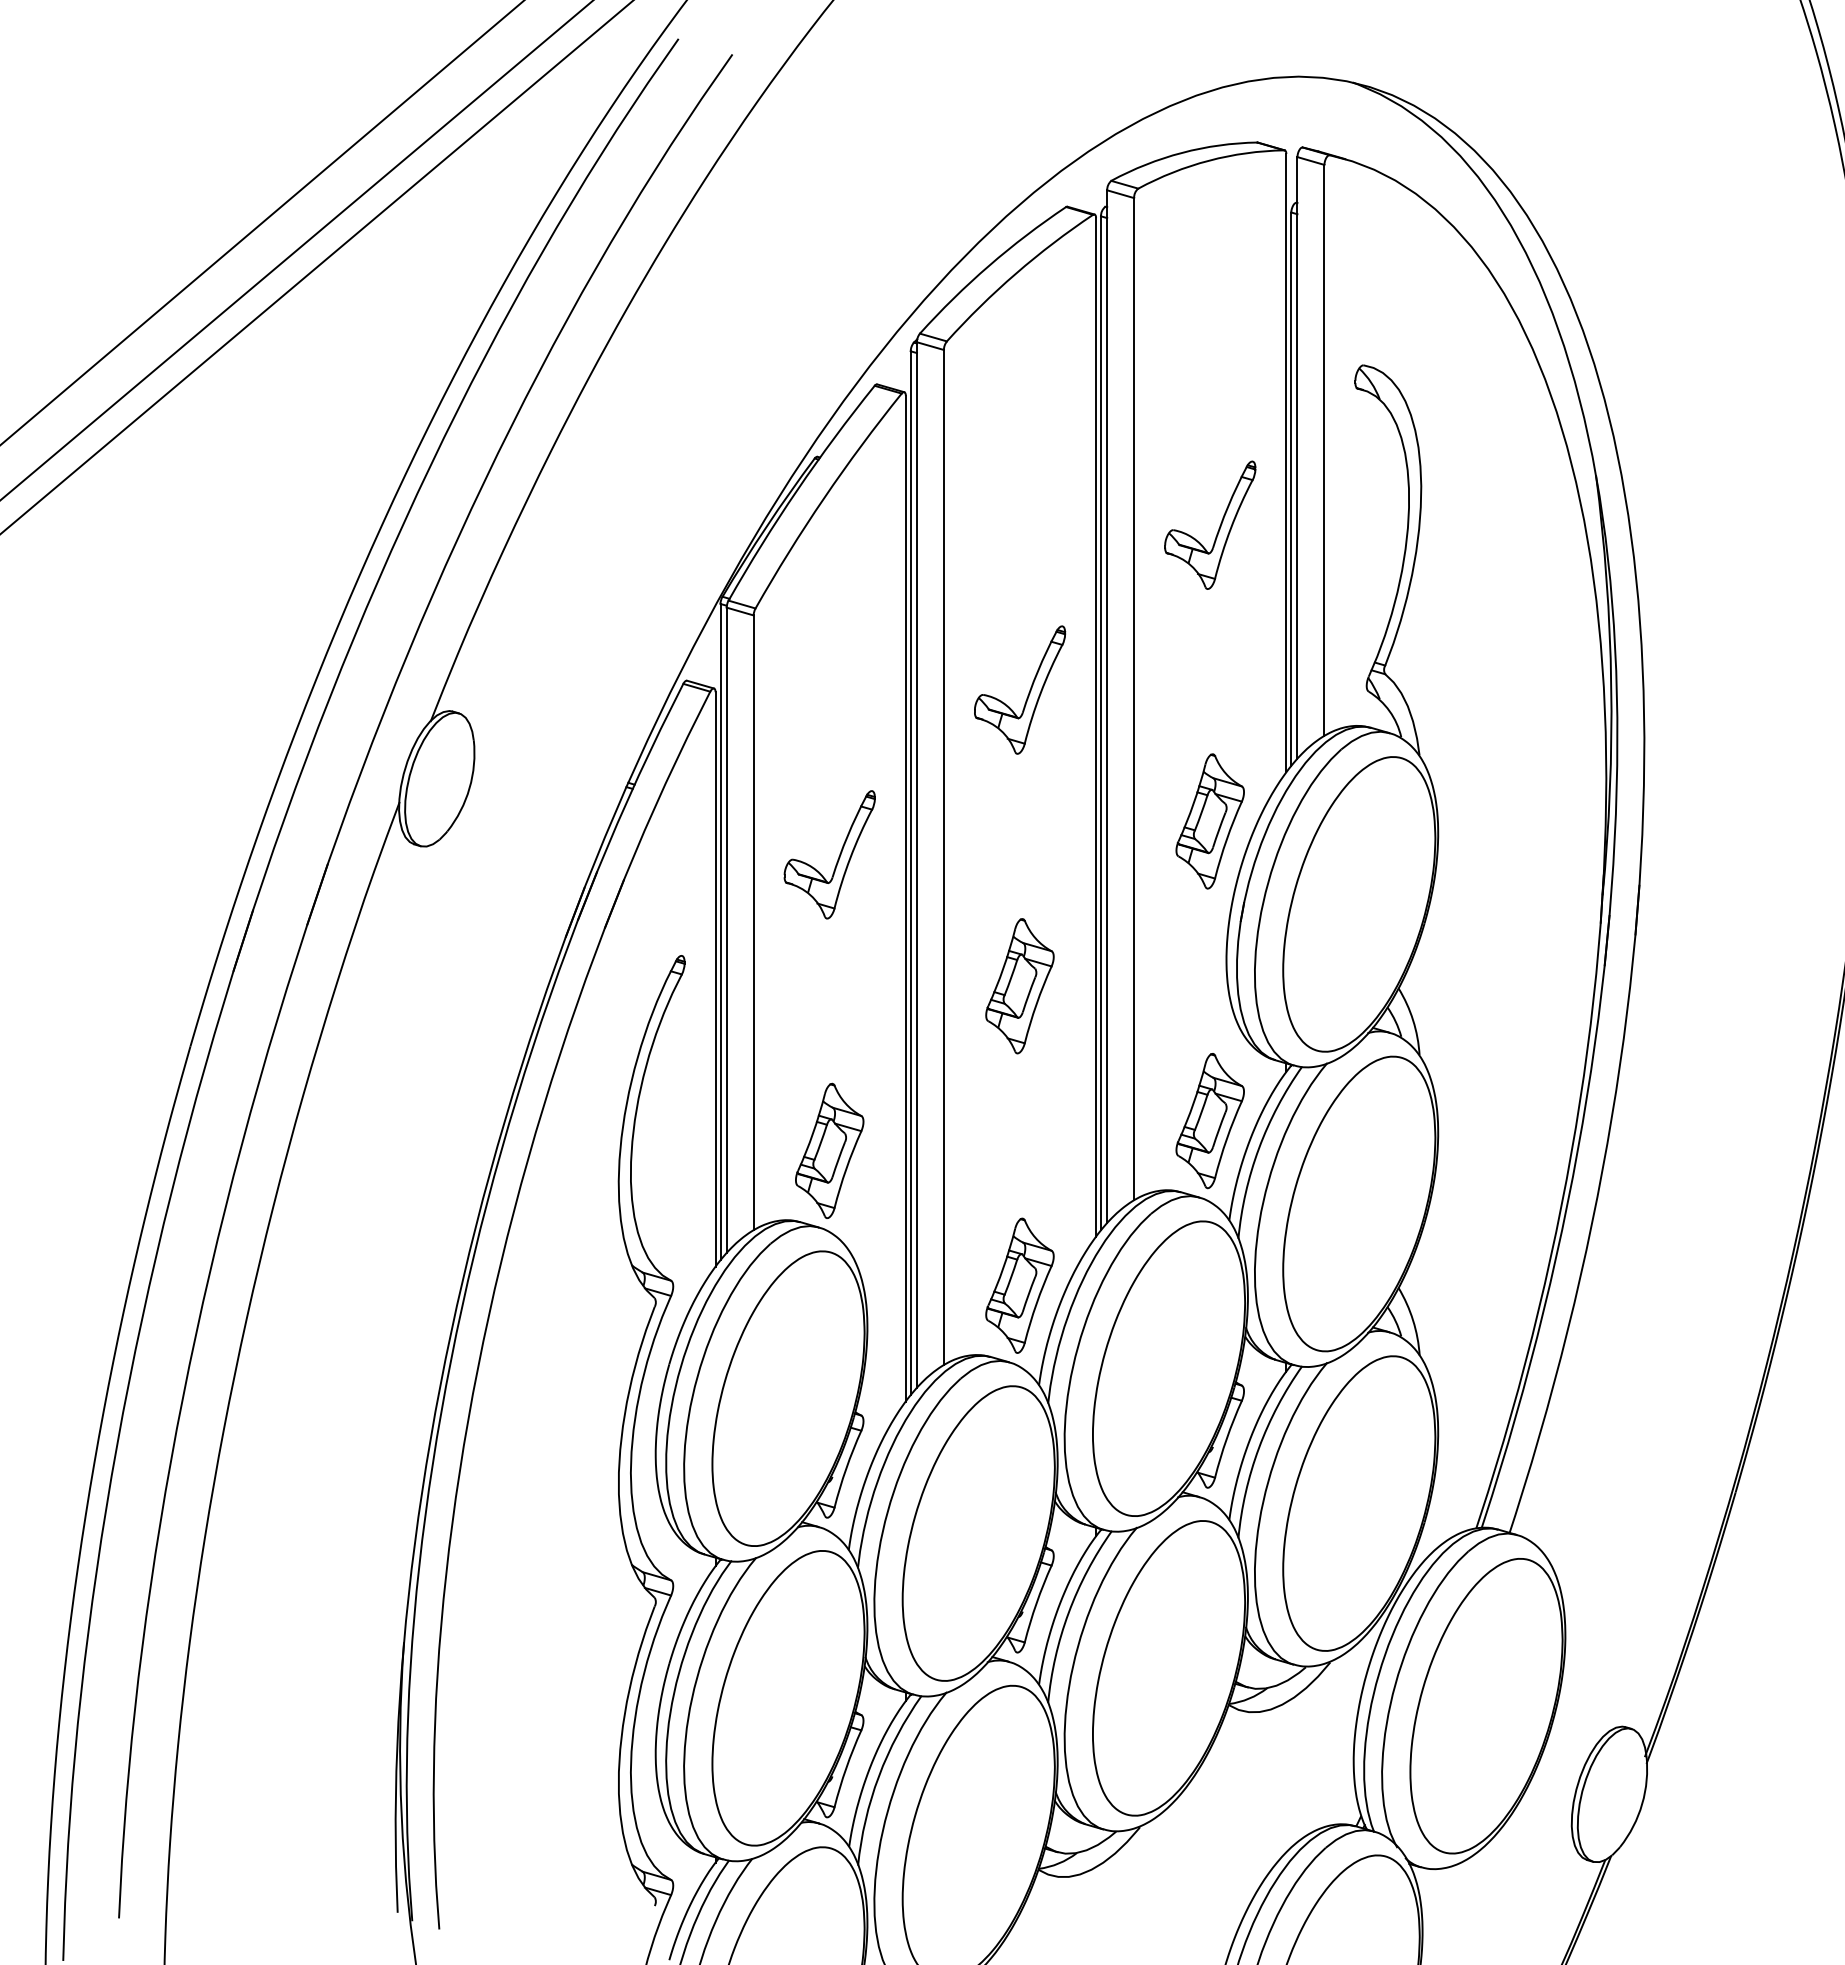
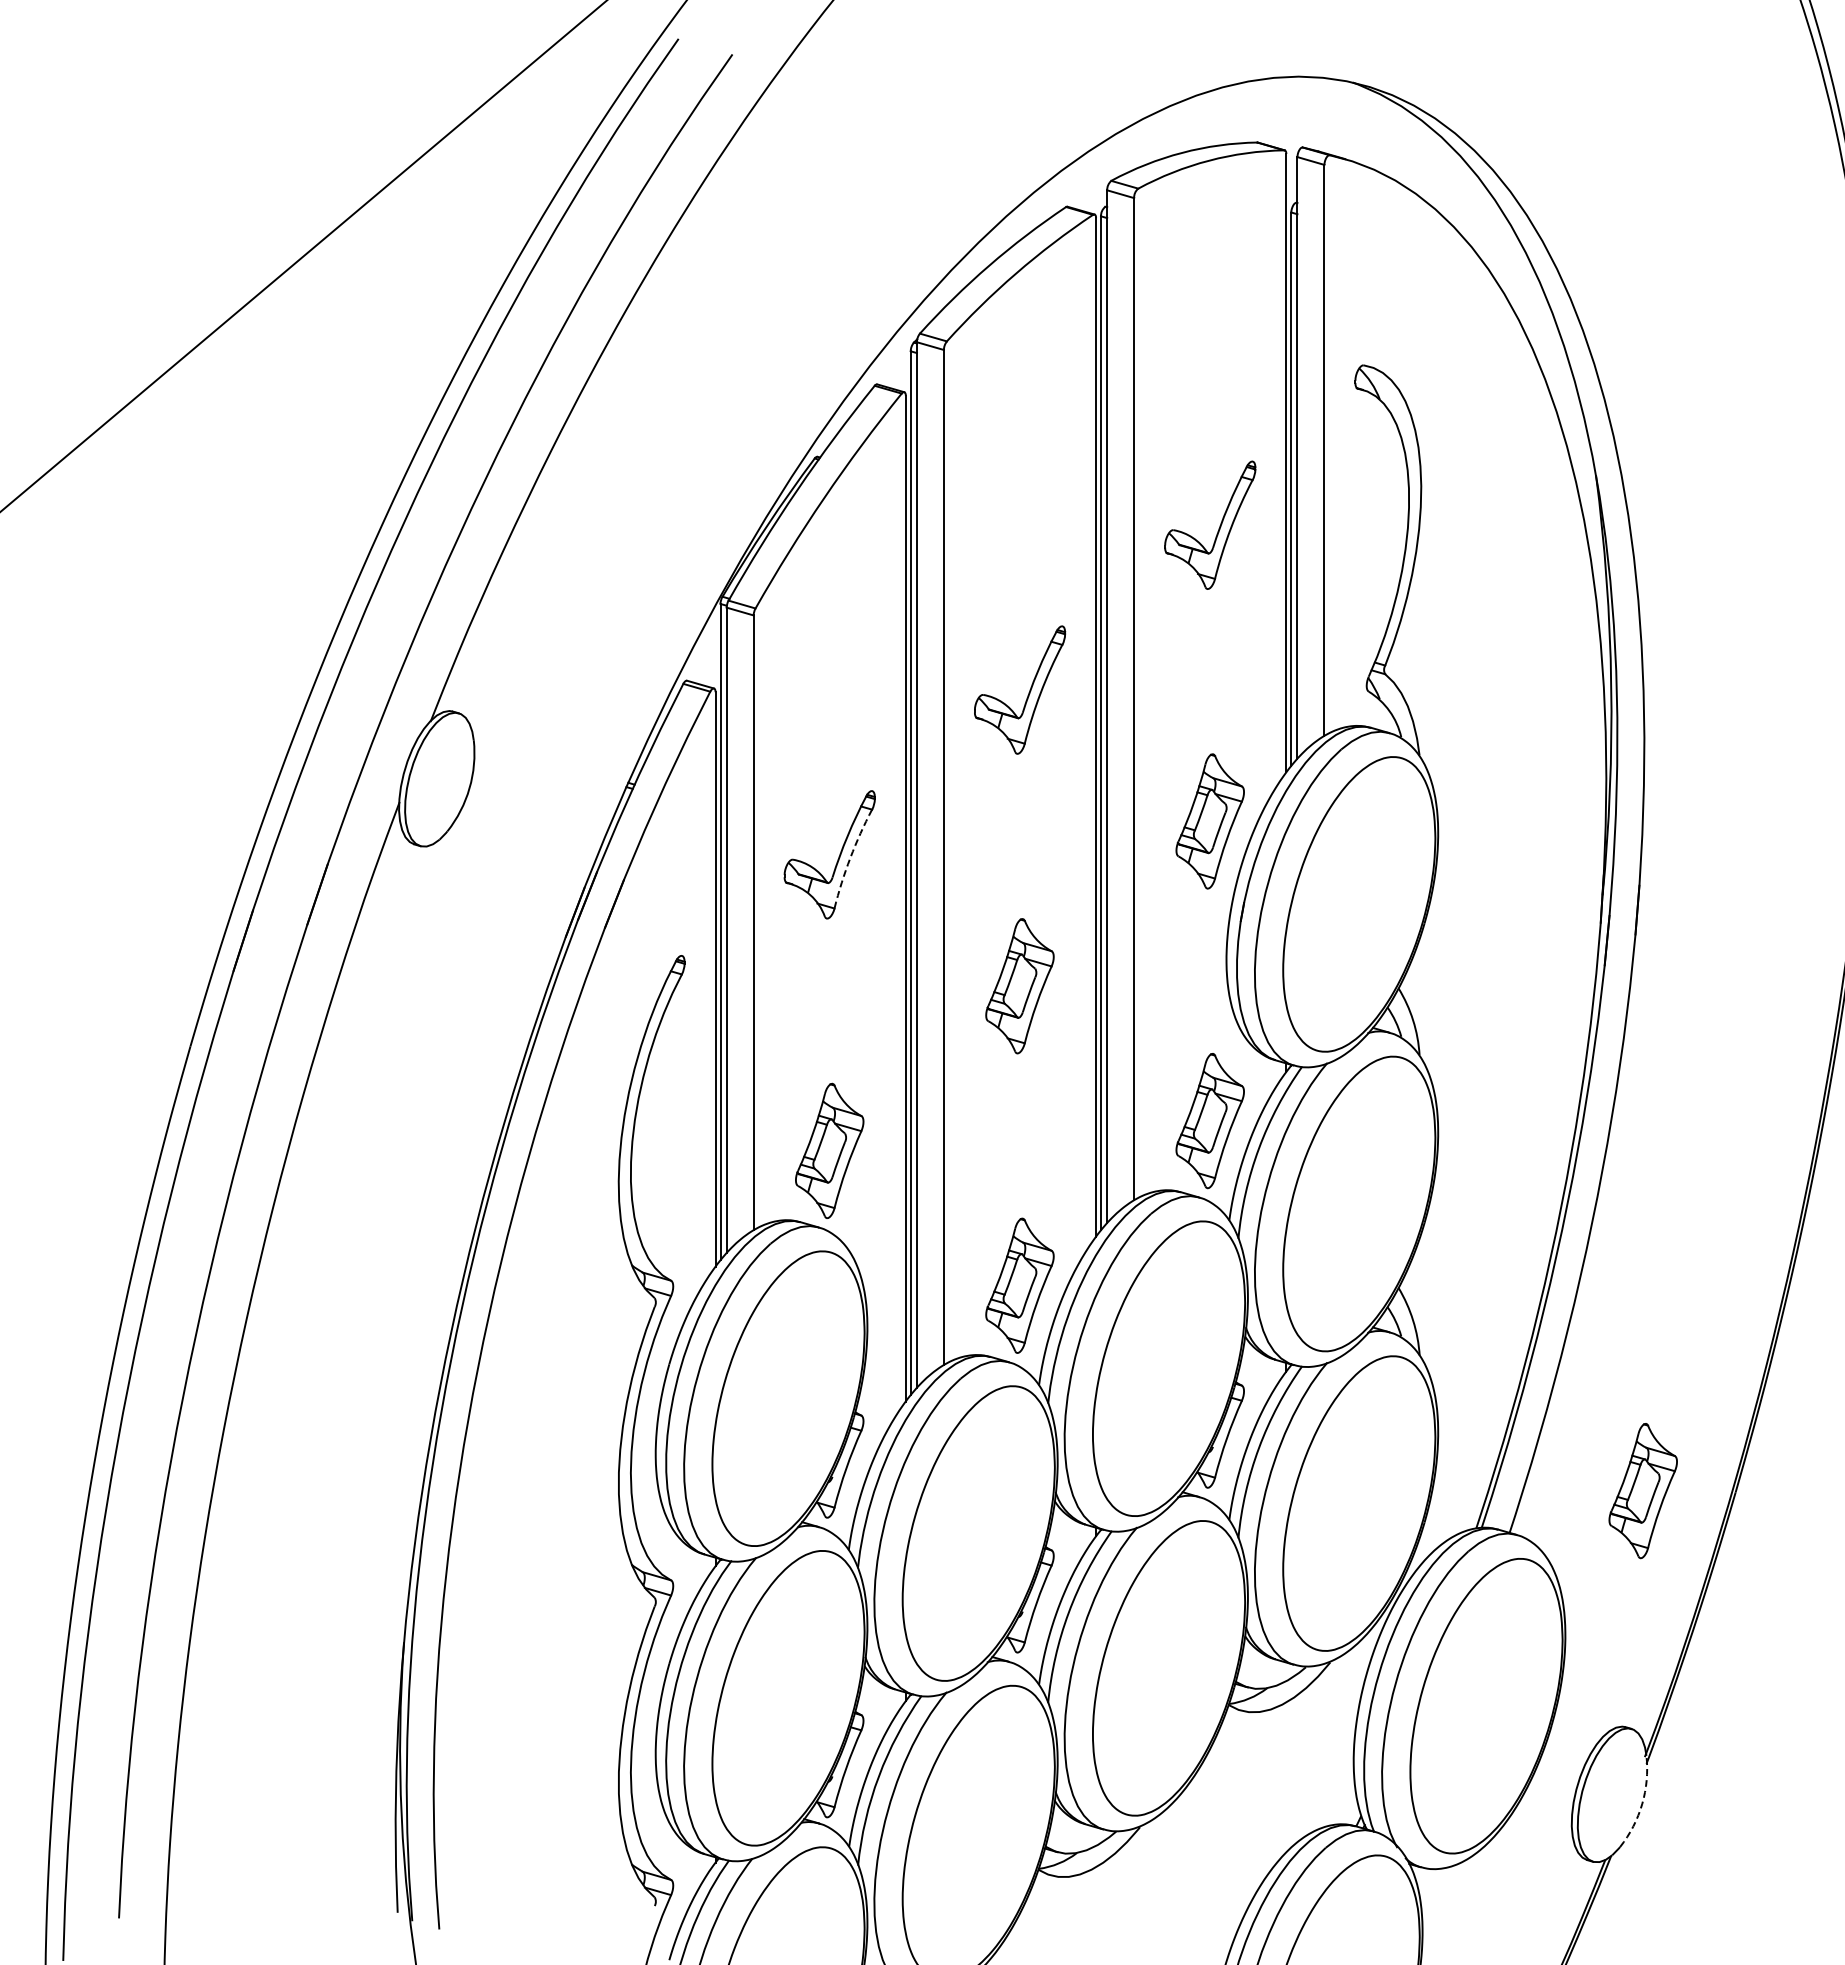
line at (261, 222): present -> none
line at (296, 250): present -> none
line at (316, 267) position: (316, 267) -> (303, 256)
arc at (850, 857): solid -> dashed
part at (1642, 1491): none -> present
arc at (1642, 1803): solid -> dashed
